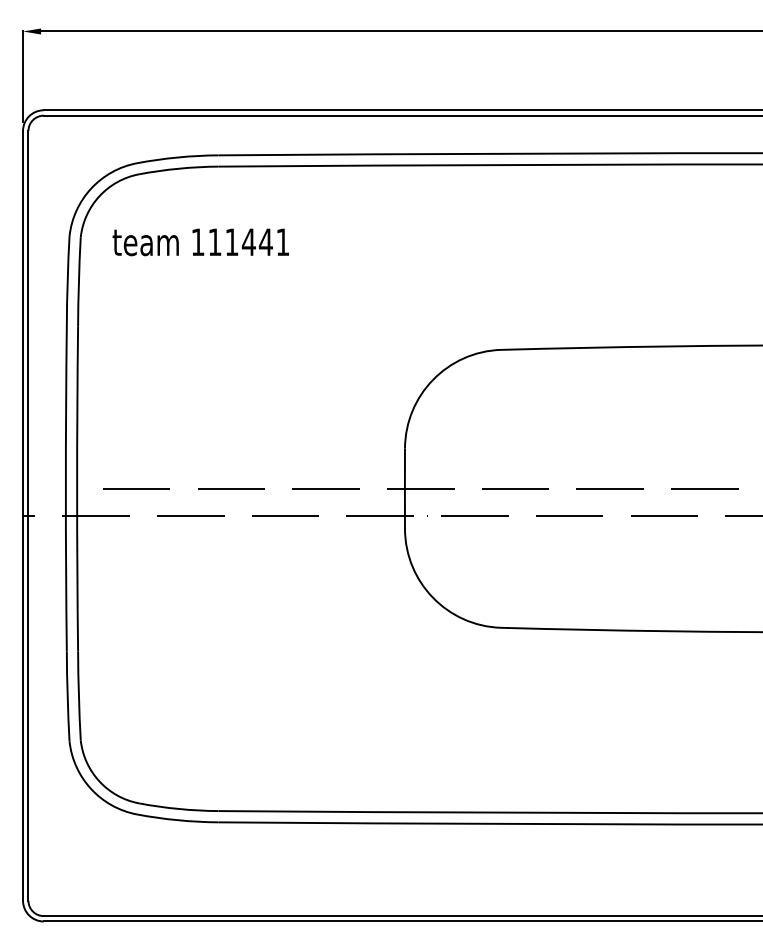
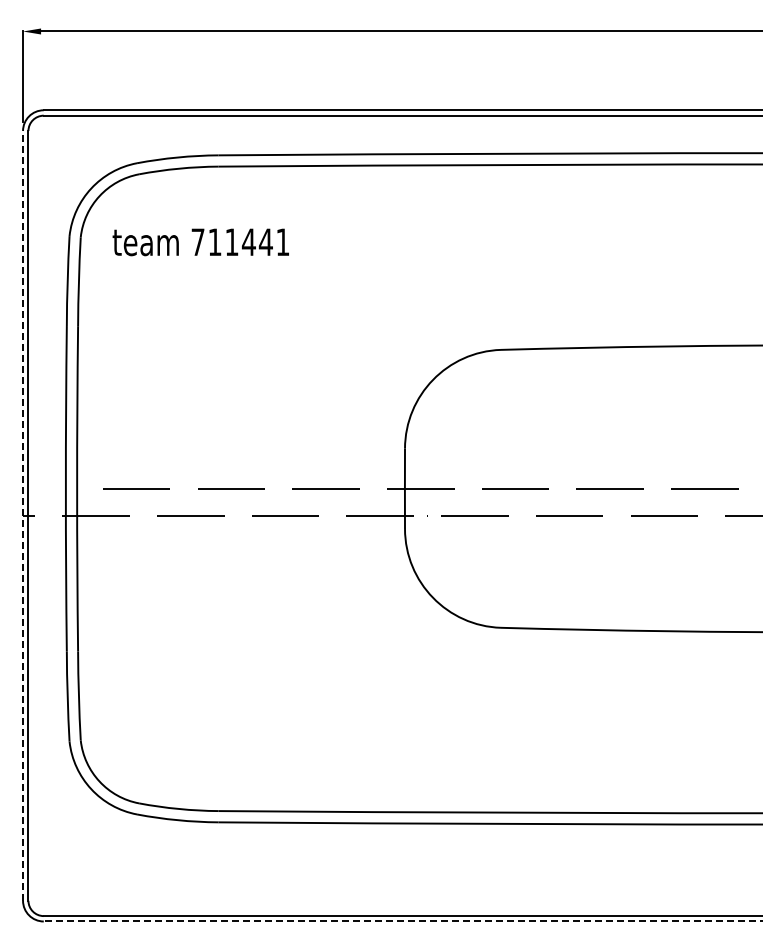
text at (197, 241): 111441 -> 711441
line at (23, 515): solid -> dashed
line at (402, 921): solid -> dashed
